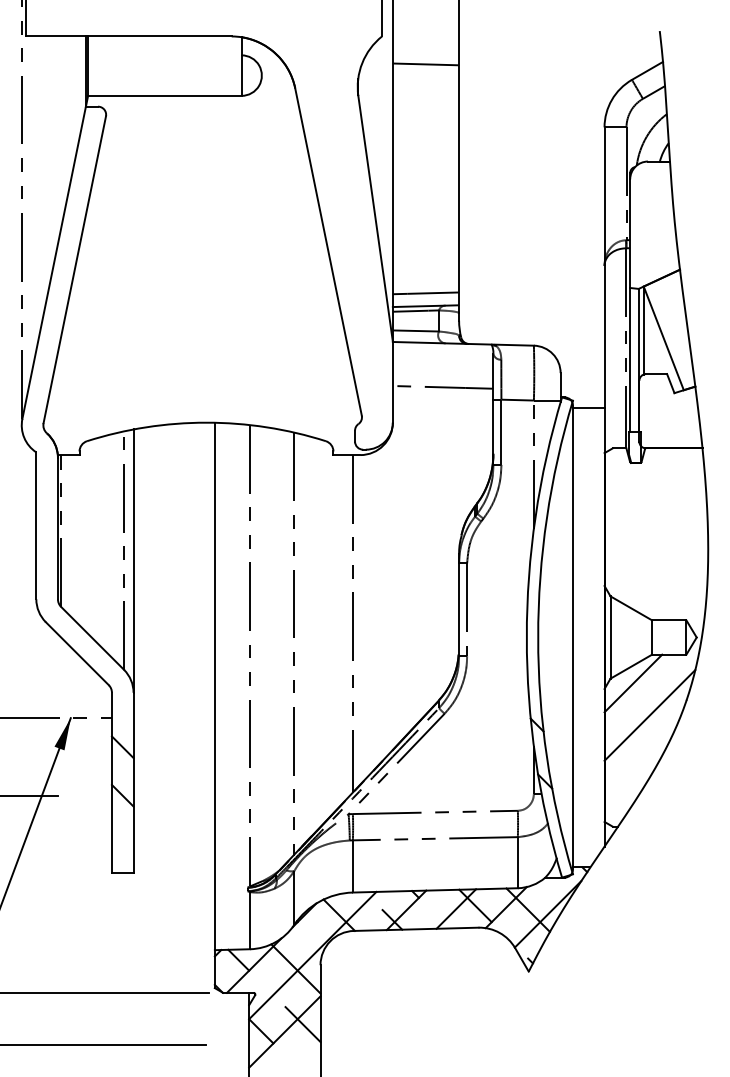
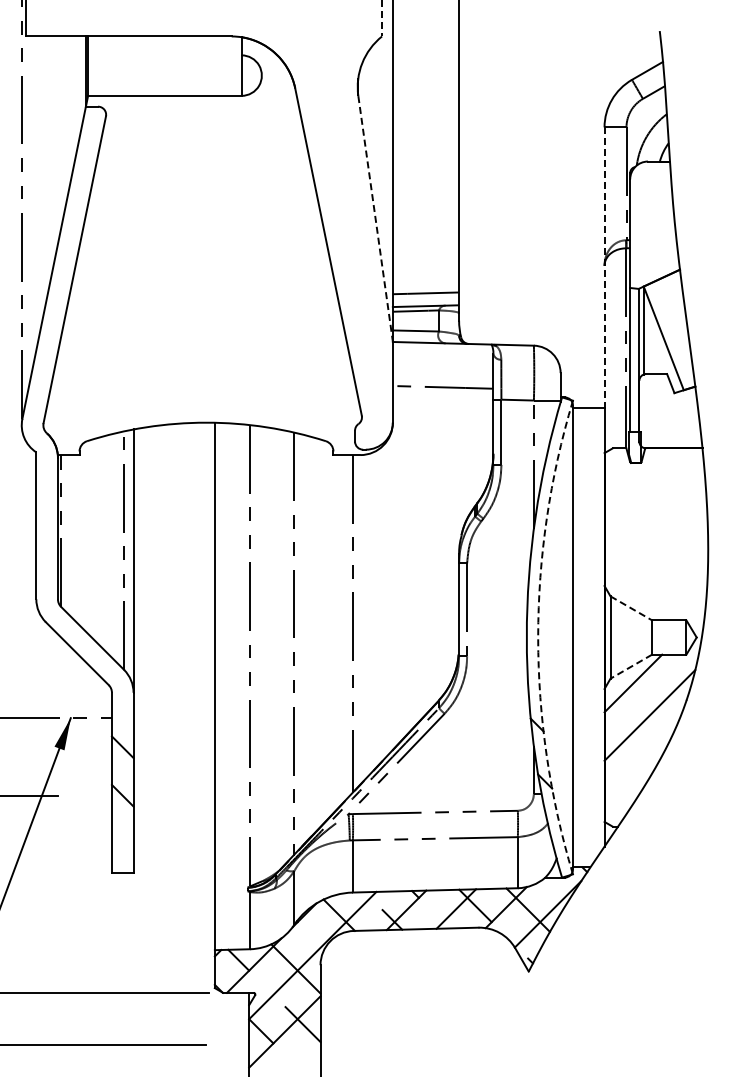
line at (382, 18): solid -> dashed
line at (425, 64): present -> none
line at (375, 218): solid -> dashed
line at (604, 268): solid -> dashed
line at (631, 608): solid -> dashed
arc at (538, 637): solid -> dashed
line at (630, 666): solid -> dashed
